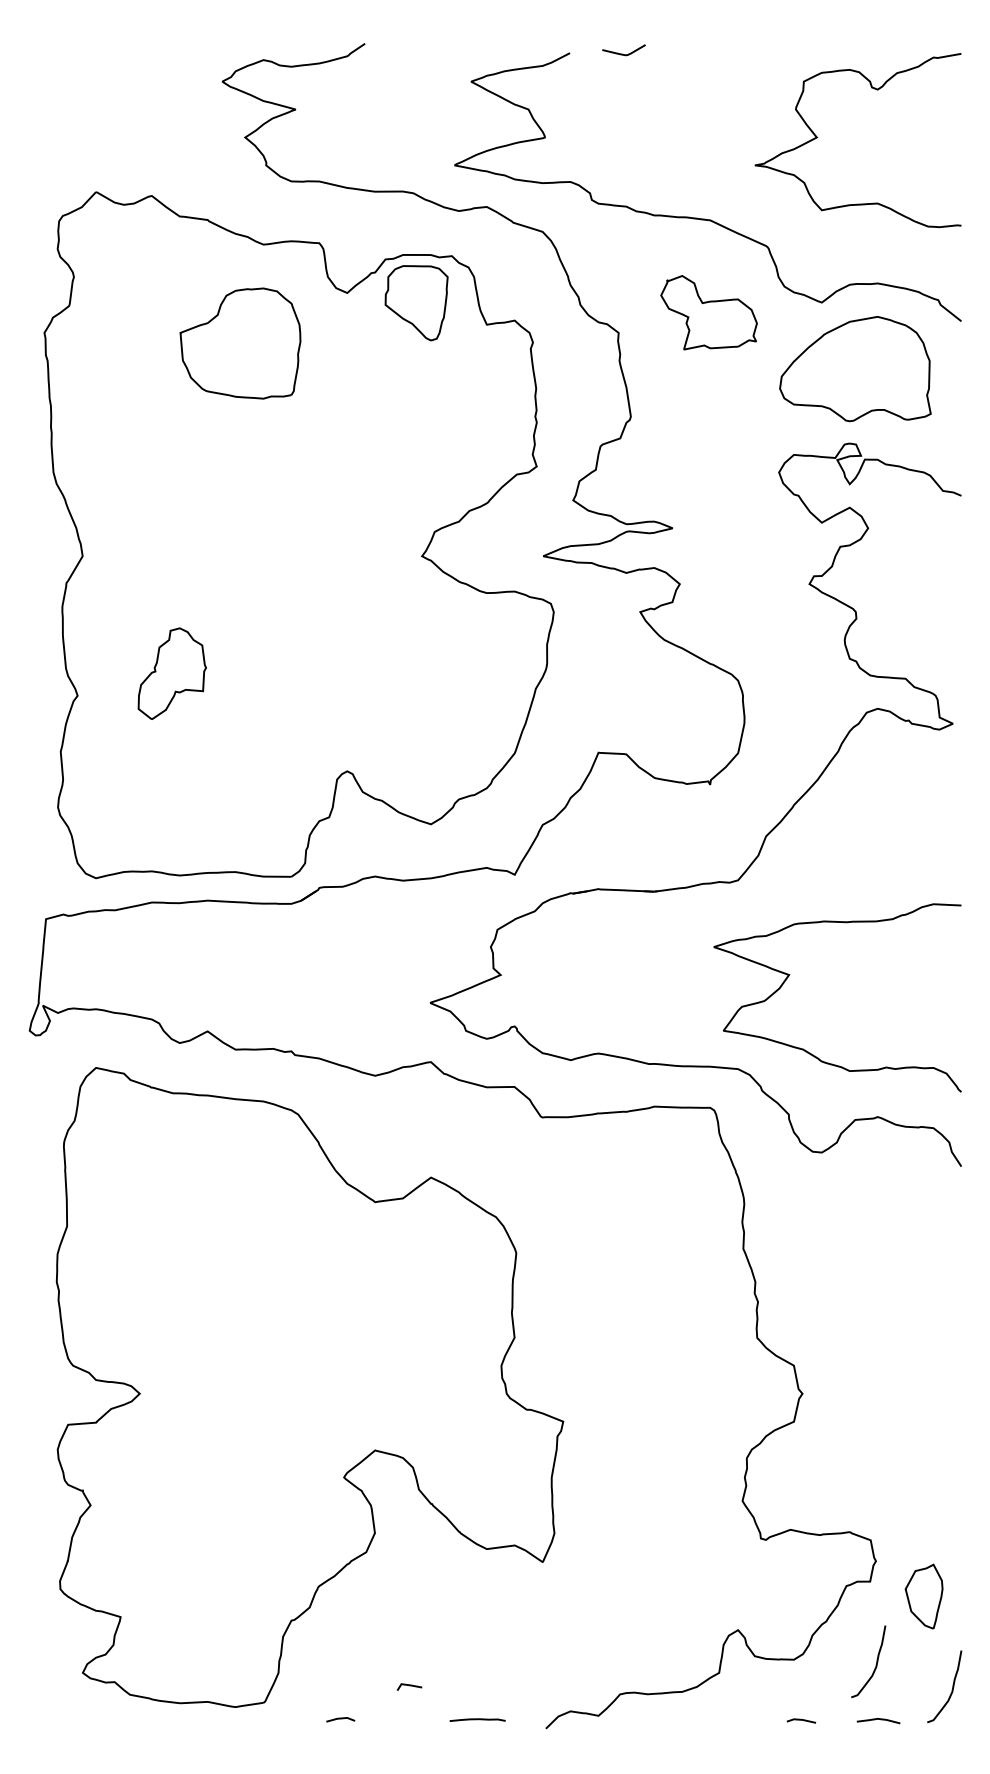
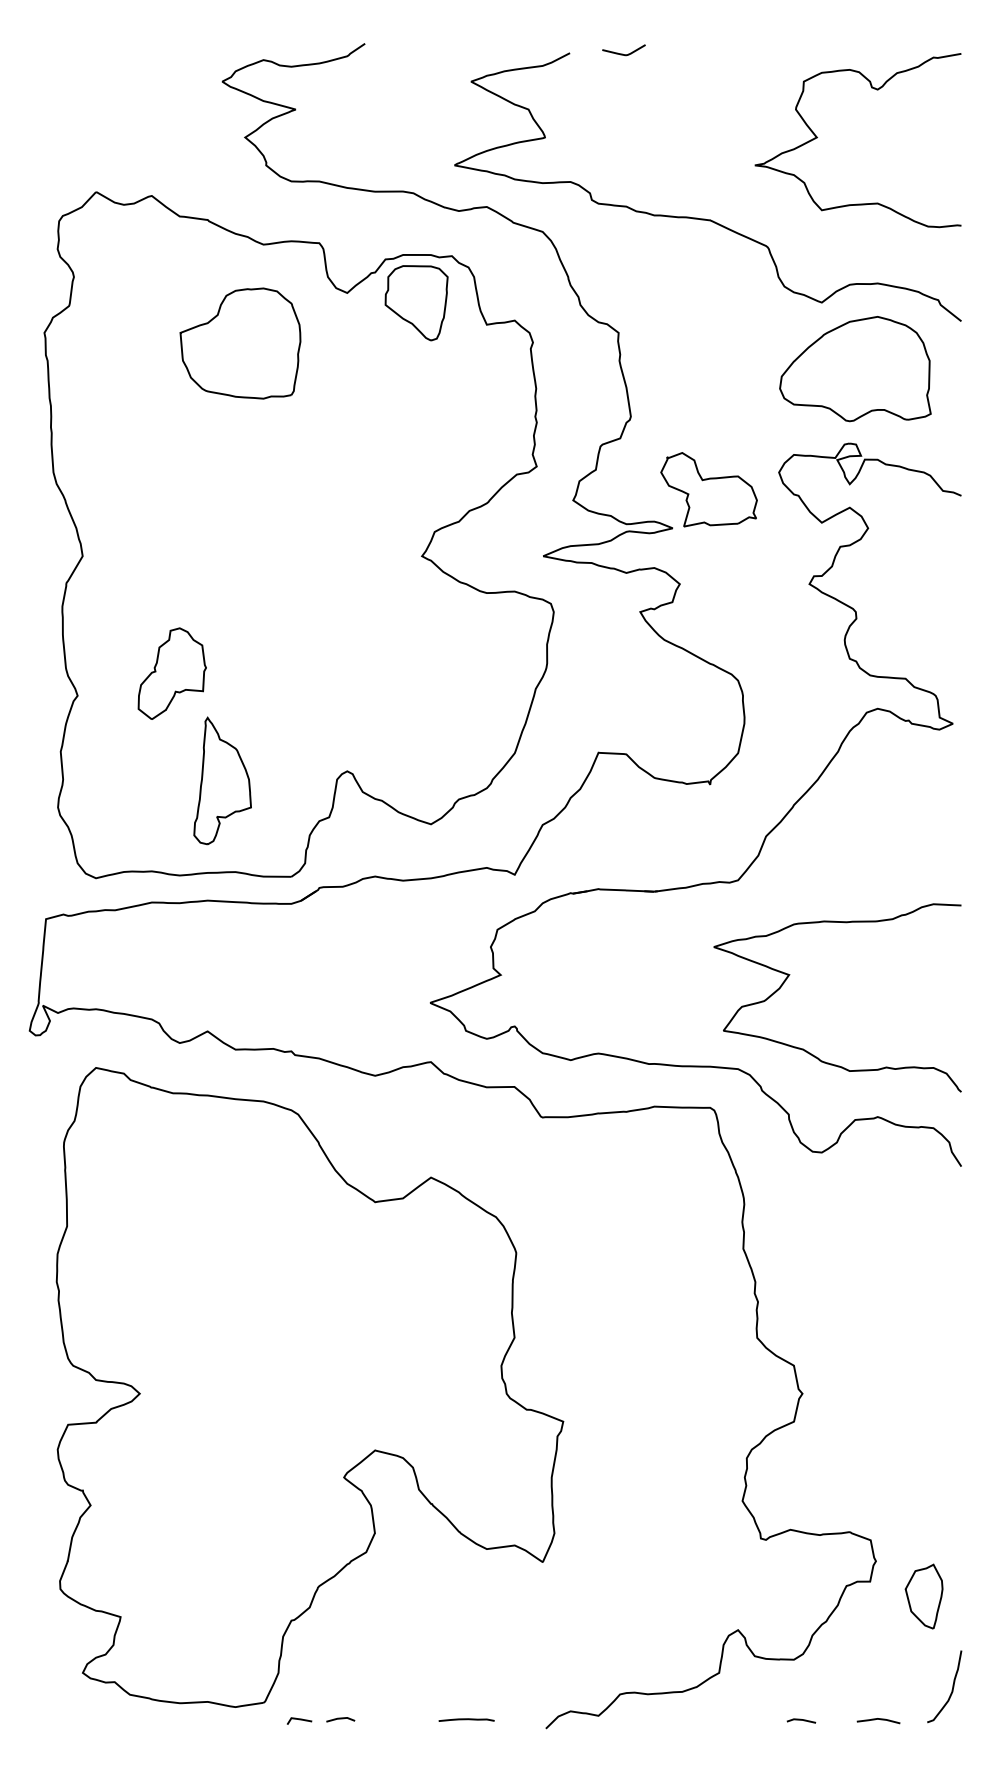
part at (708, 312) position: (708, 312) -> (708, 489)
part at (222, 780): none -> present
curve at (875, 1664): present -> none
line at (409, 1686) position: (409, 1686) -> (299, 1720)
line at (477, 1719) position: (477, 1719) -> (466, 1719)
